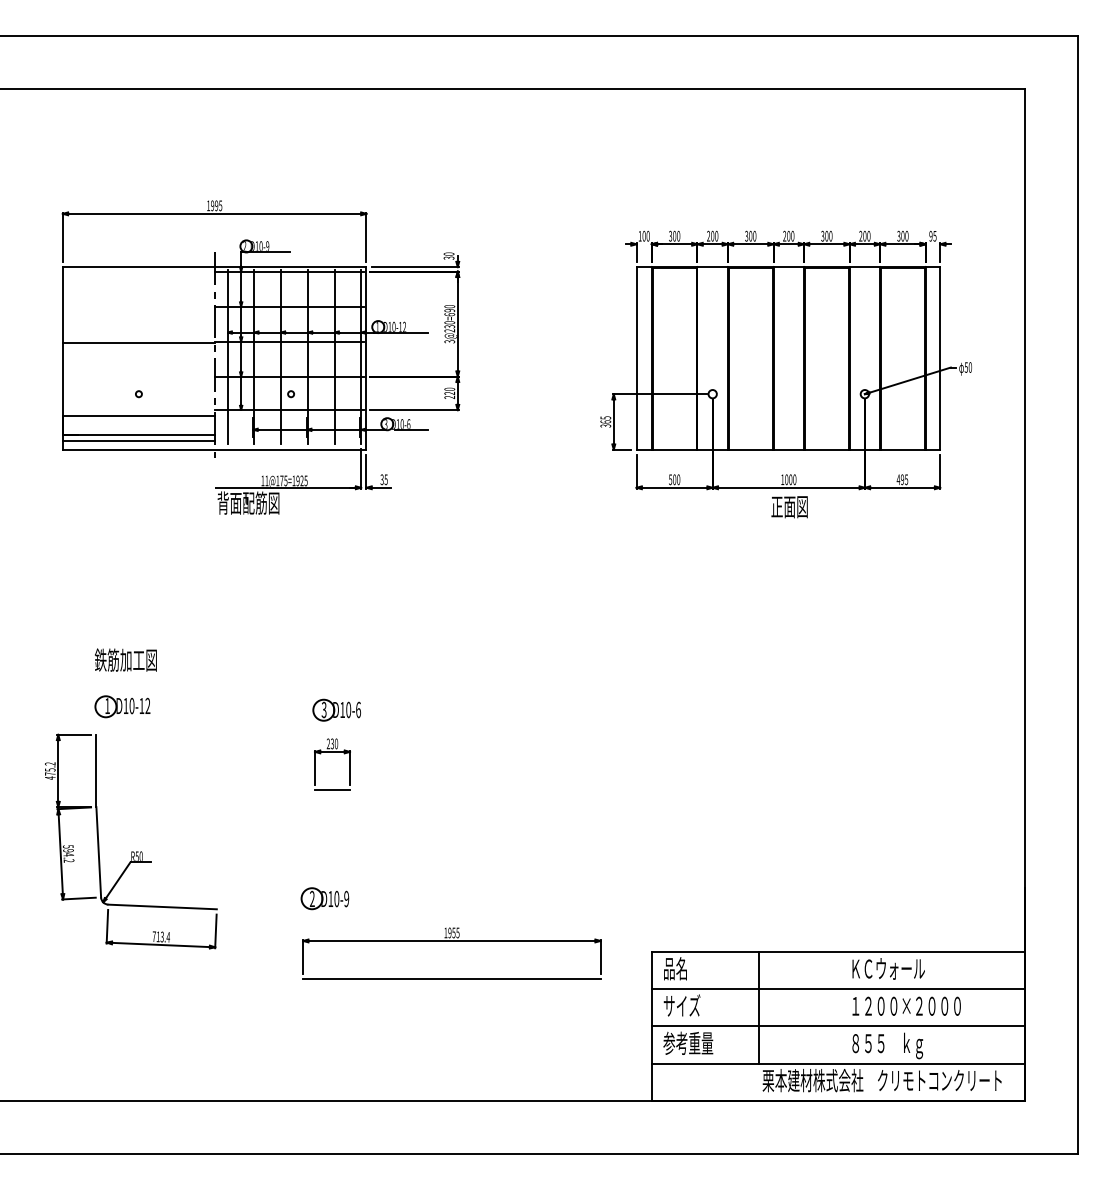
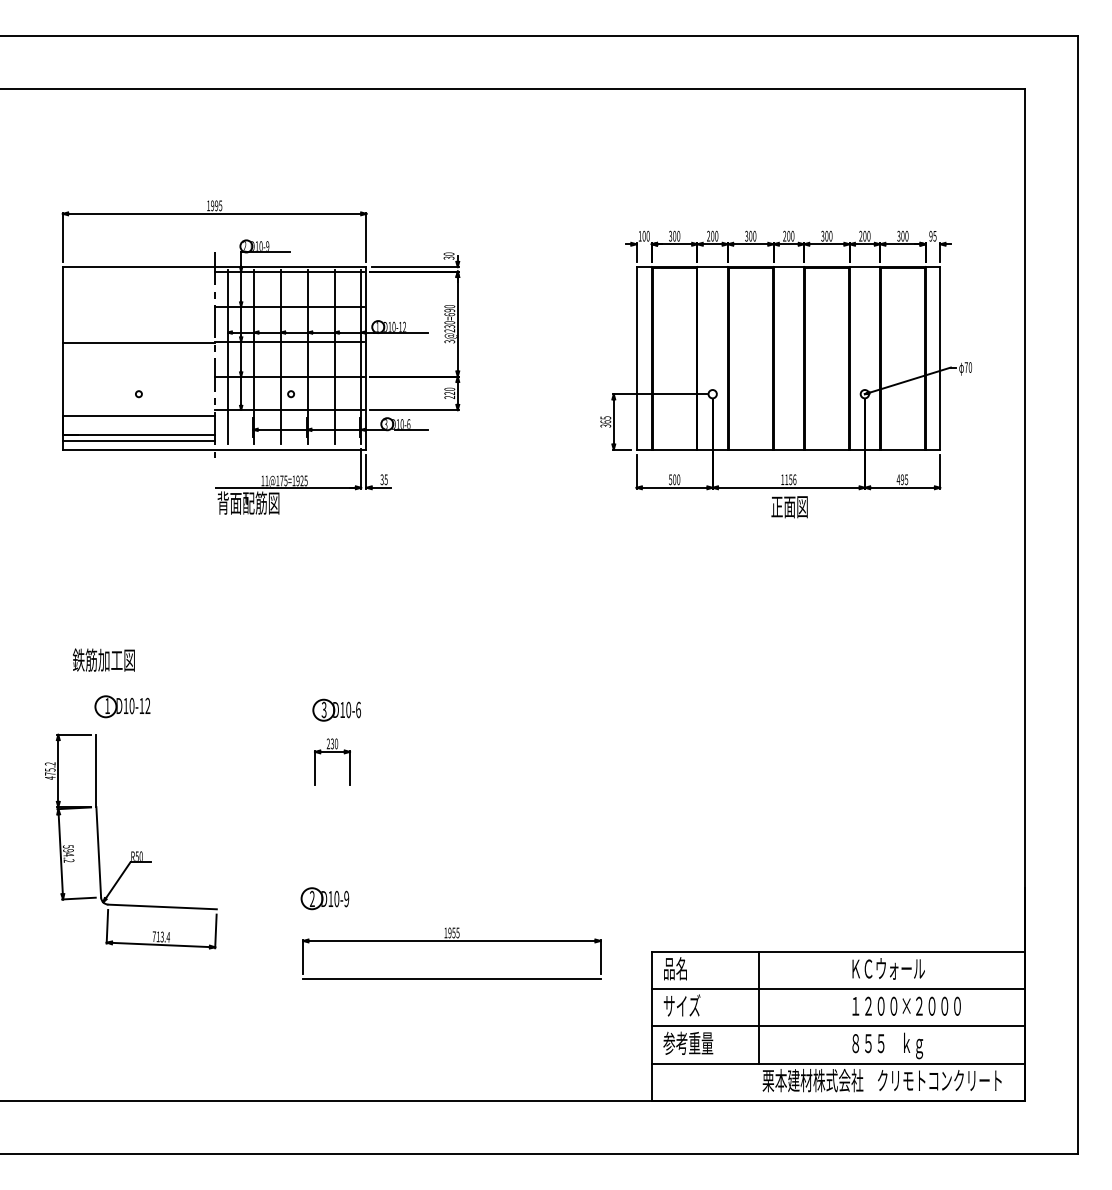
text at (965, 367): 50 -> 70
text at (790, 479): 1000 -> 1156
text at (125, 659) position: (125, 659) -> (103, 659)
line at (332, 789): present -> none
